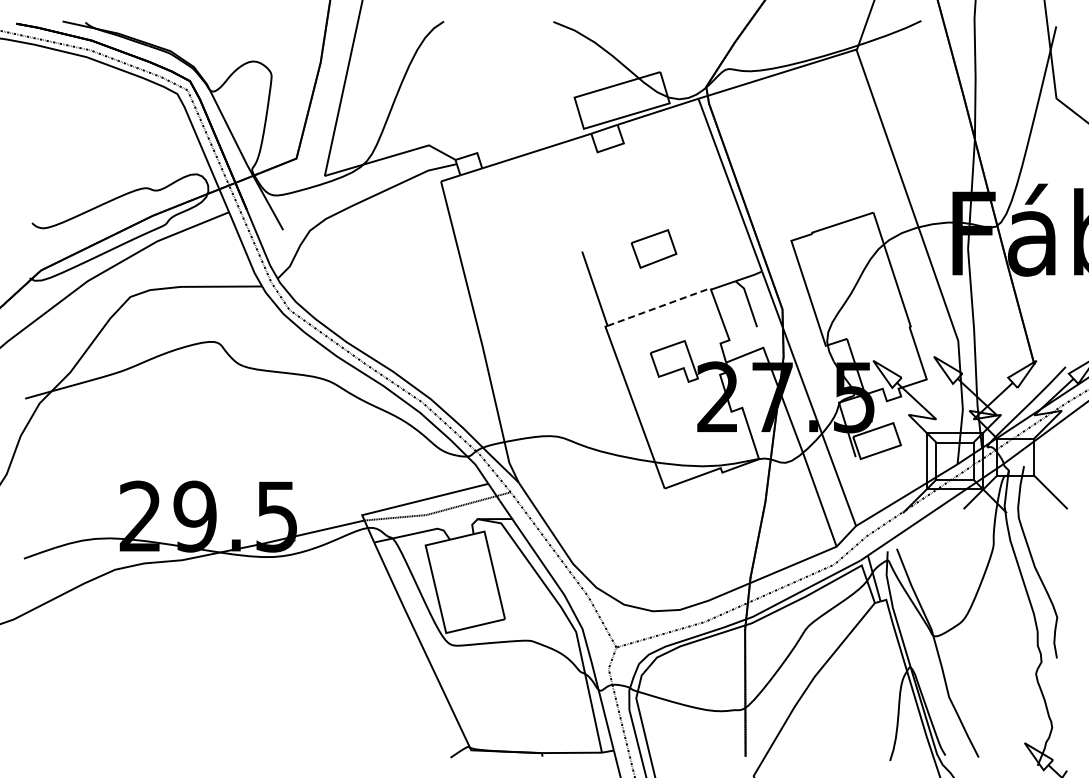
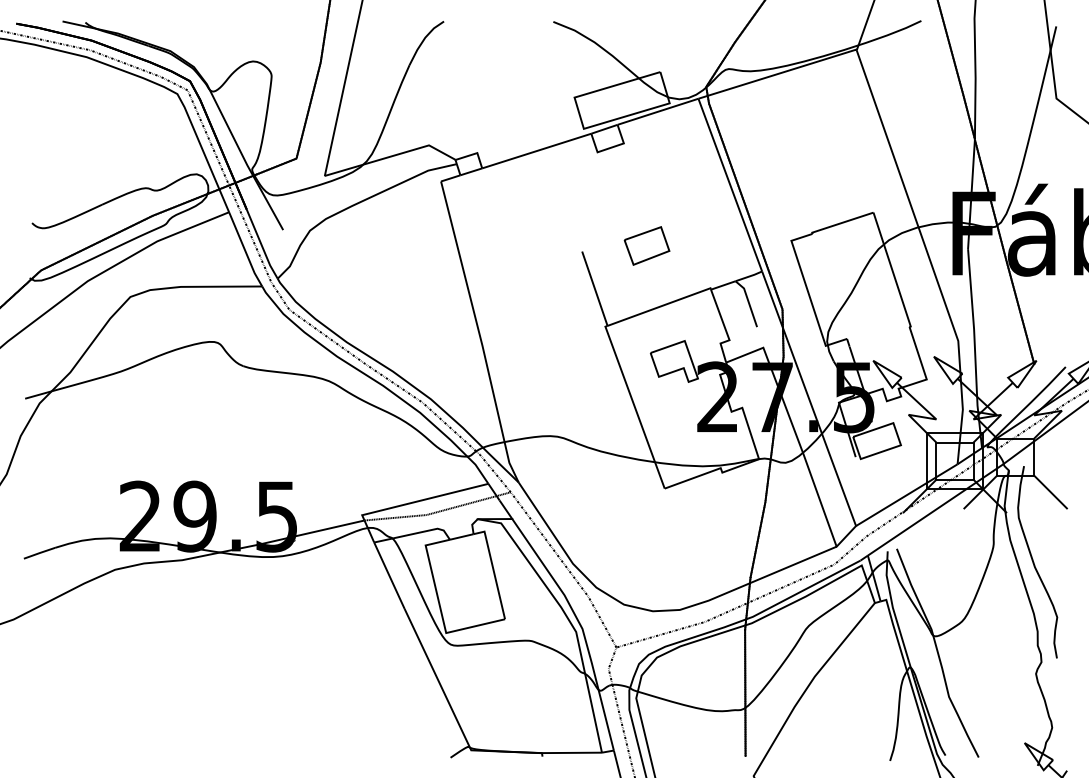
part at (653, 248) position: (653, 248) -> (646, 245)
line at (660, 306): dashed -> solid
